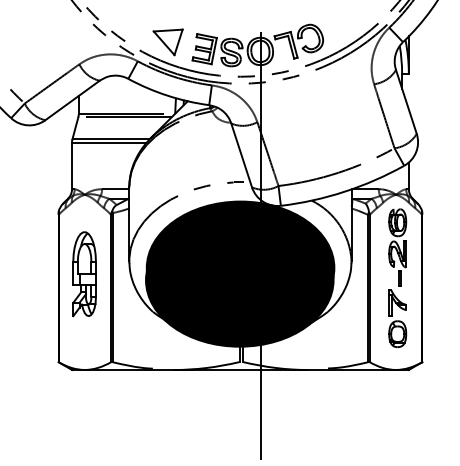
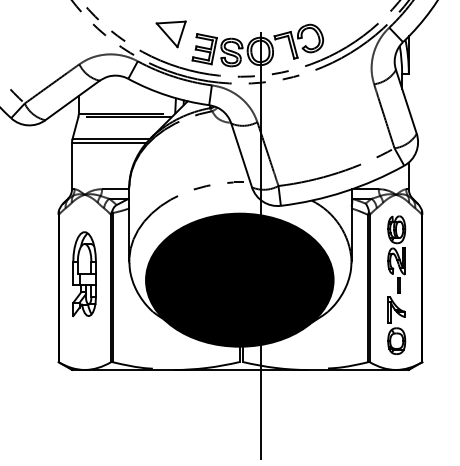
part at (167, 42) position: (167, 42) -> (170, 34)
fill at (240, 267): present -> none
part at (397, 277) position: (397, 277) -> (396, 284)
